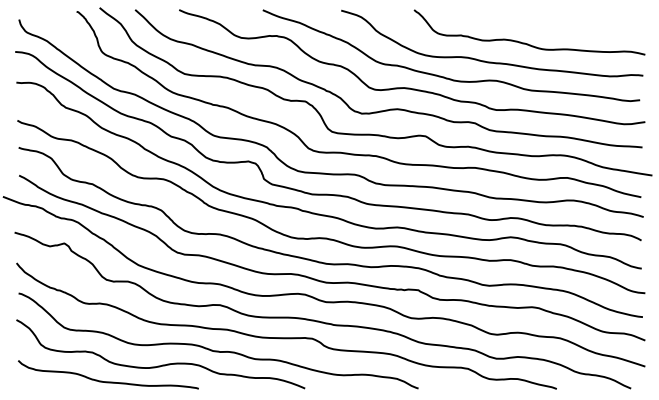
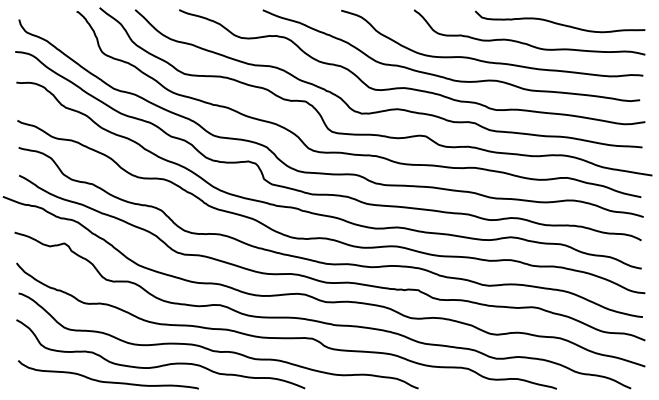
curve at (559, 23): none -> present
